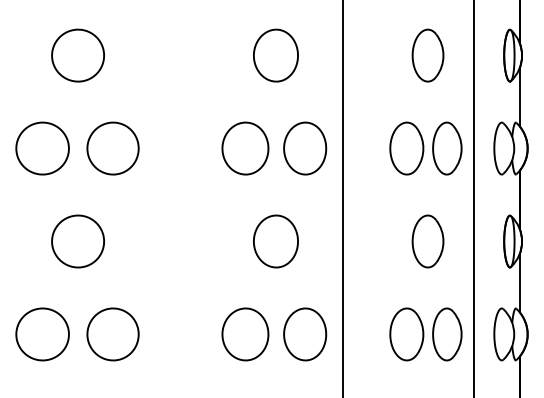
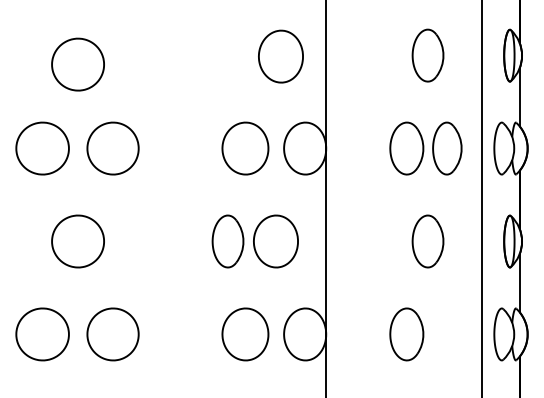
part at (77, 55) position: (77, 55) -> (77, 64)
part at (275, 55) position: (275, 55) -> (280, 56)
line at (342, 198) position: (342, 198) -> (325, 198)
line at (473, 198) position: (473, 198) -> (481, 198)
part at (227, 241): none -> present
part at (447, 334): present -> none
